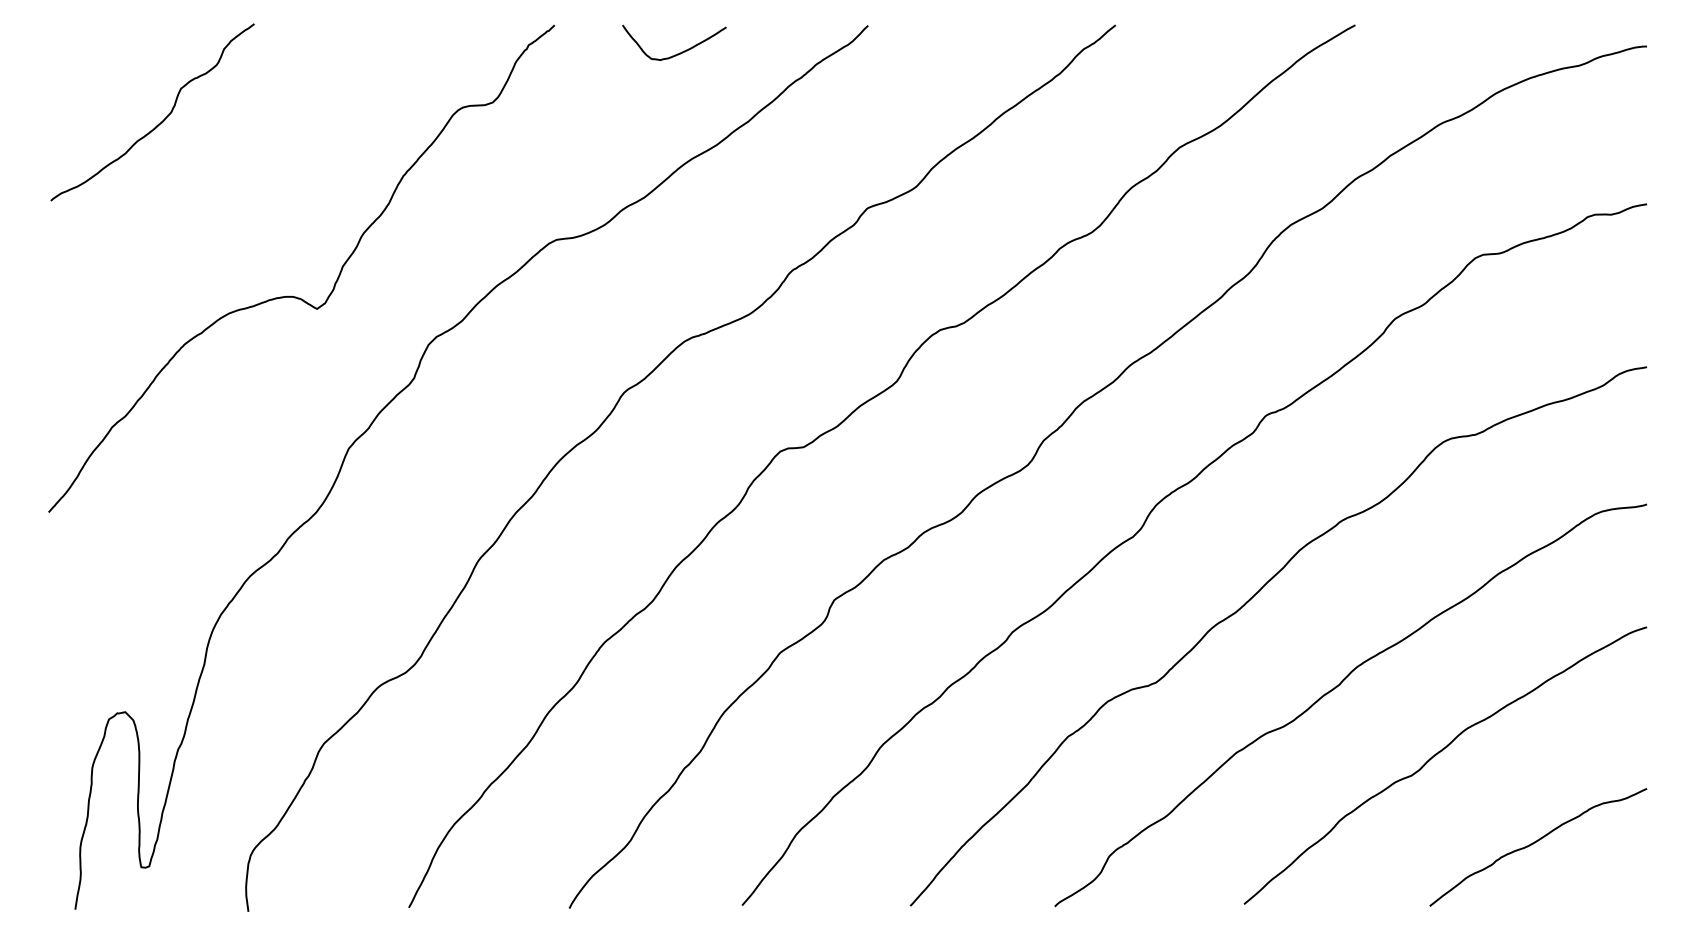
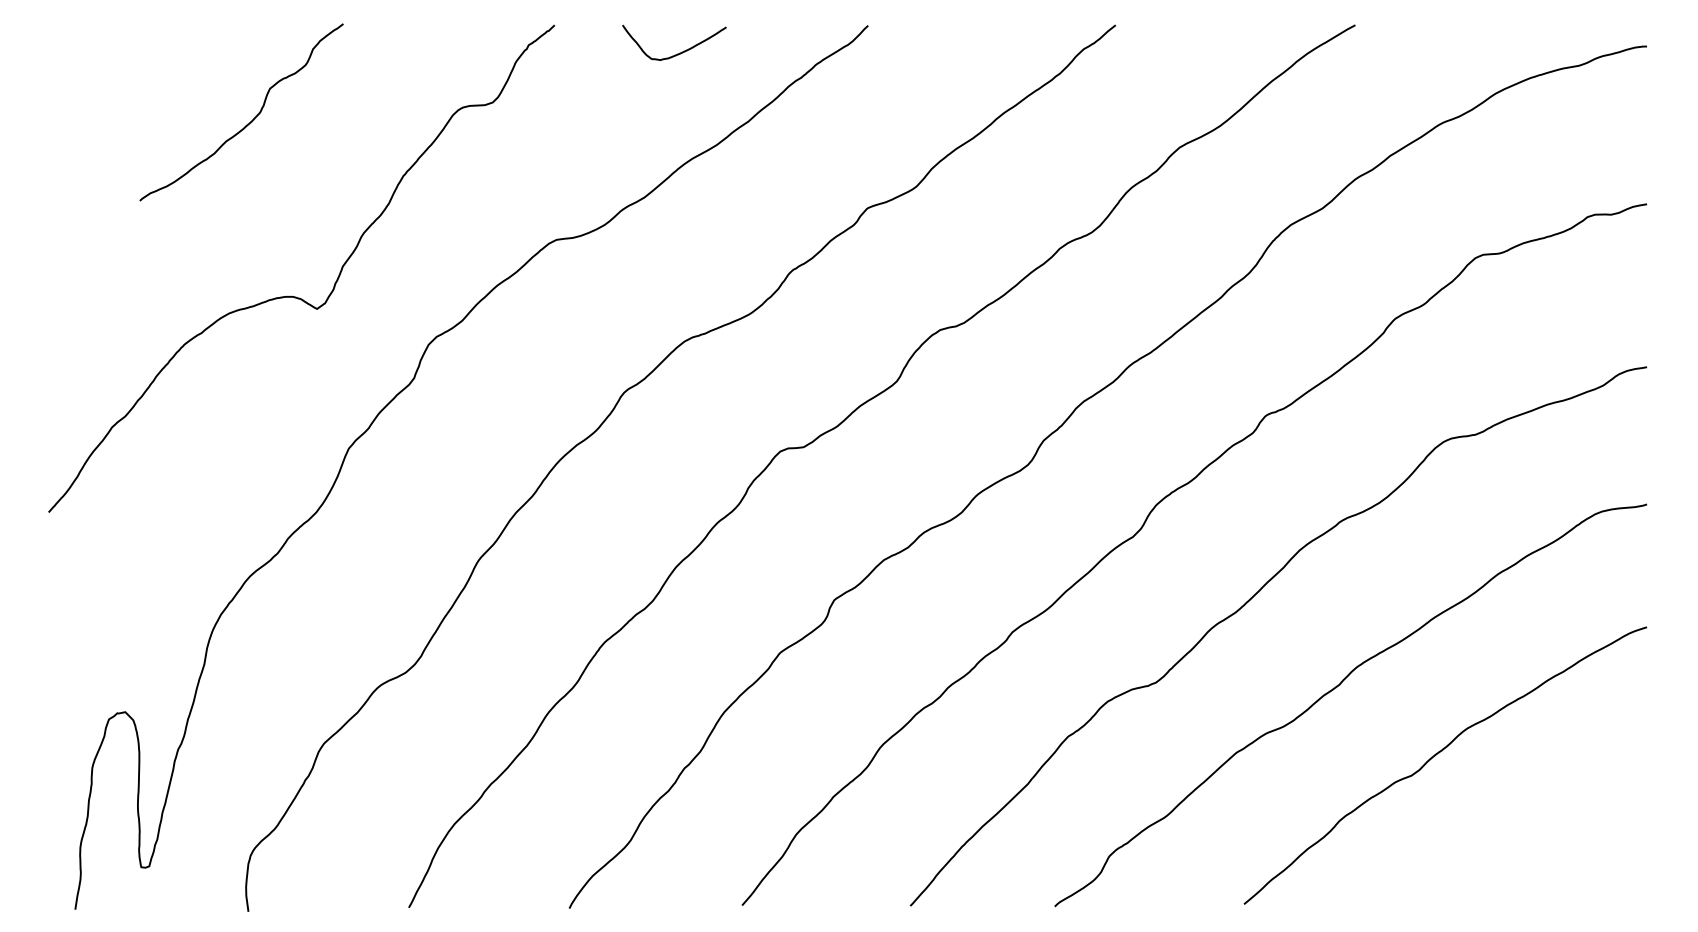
curve at (158, 123) position: (158, 123) -> (247, 123)
curve at (1535, 843): present -> none
